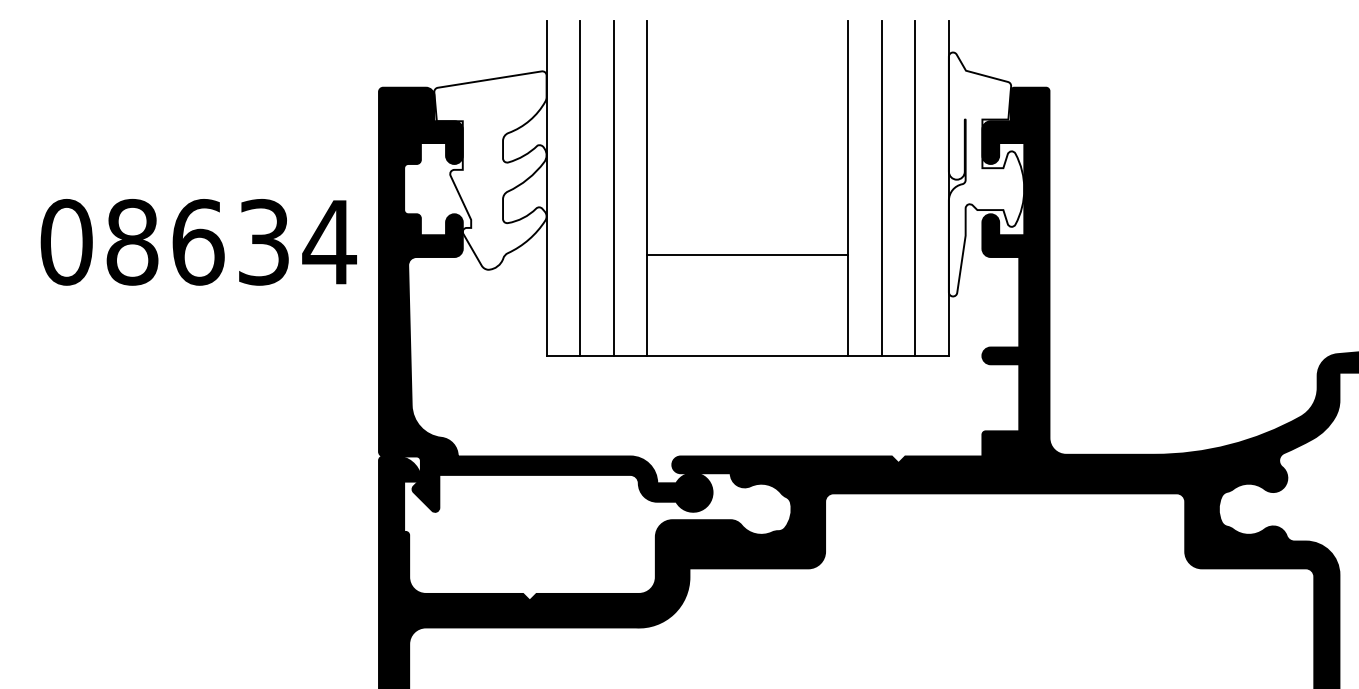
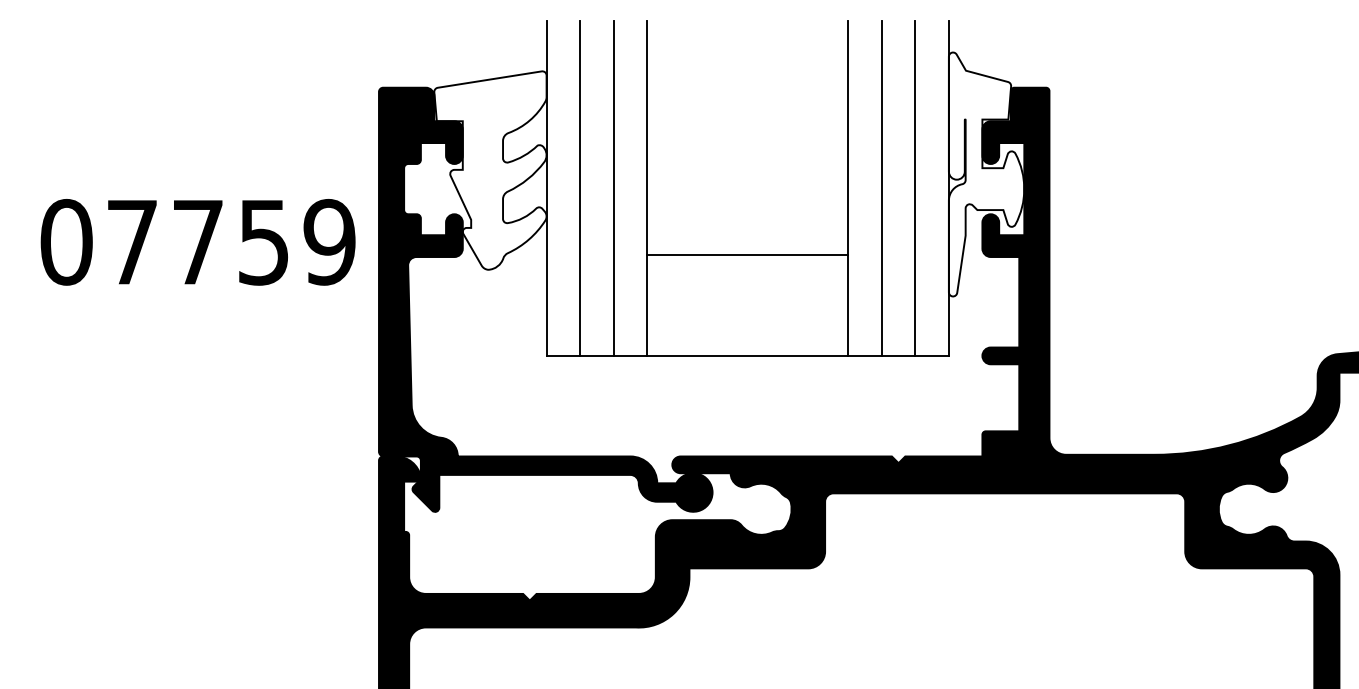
text at (231, 241): 08634 -> 07759
